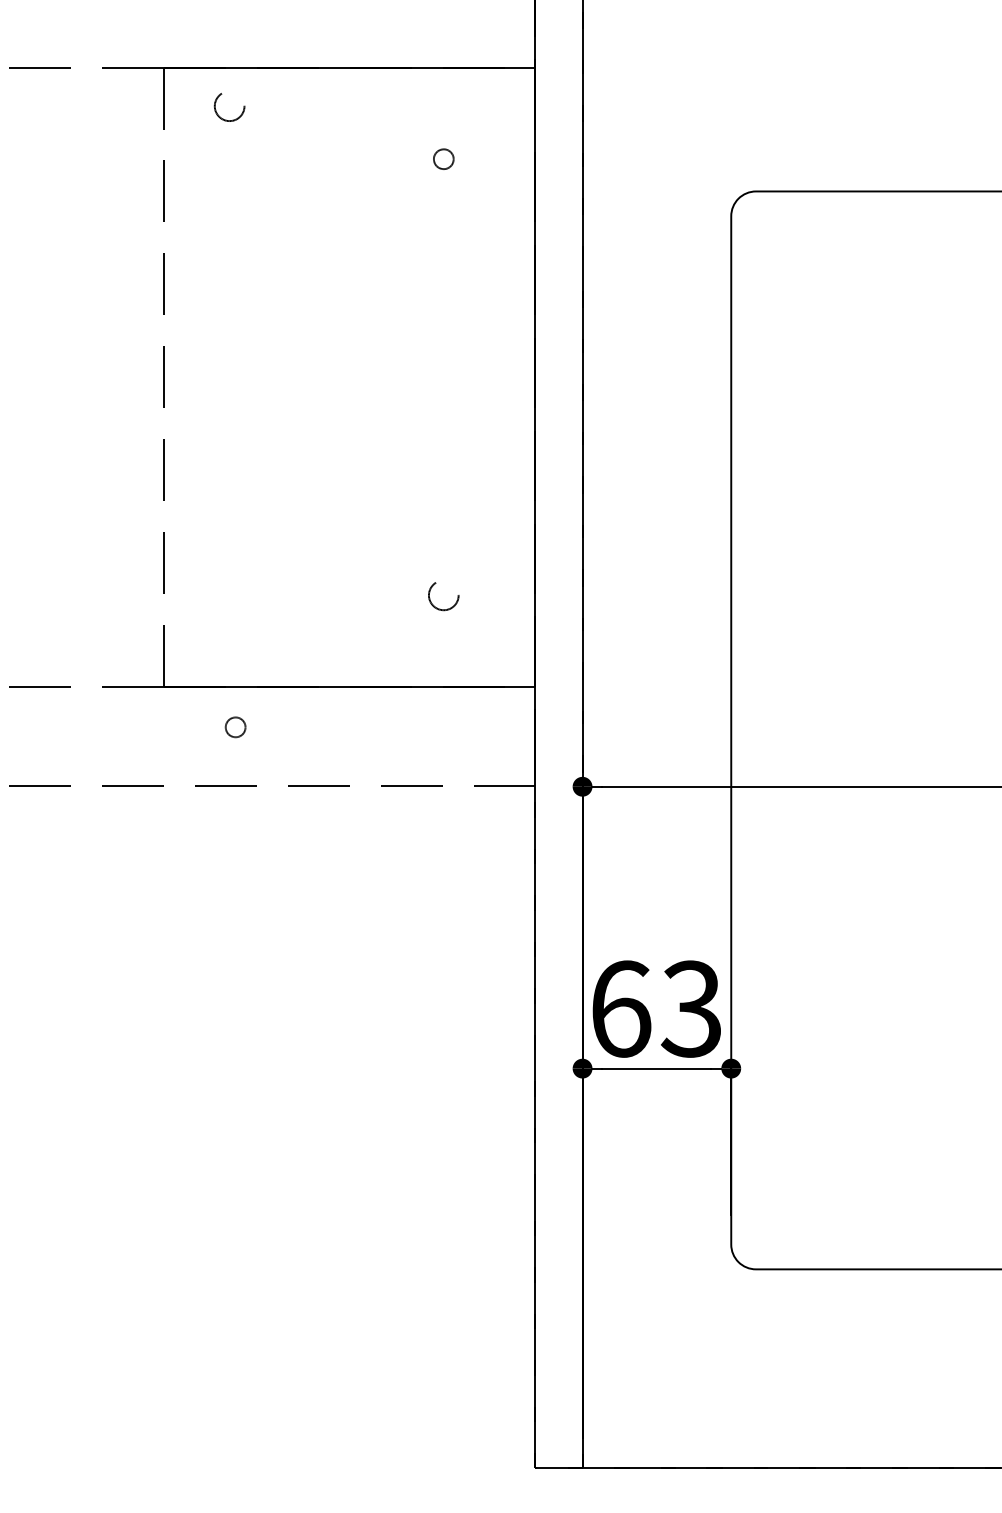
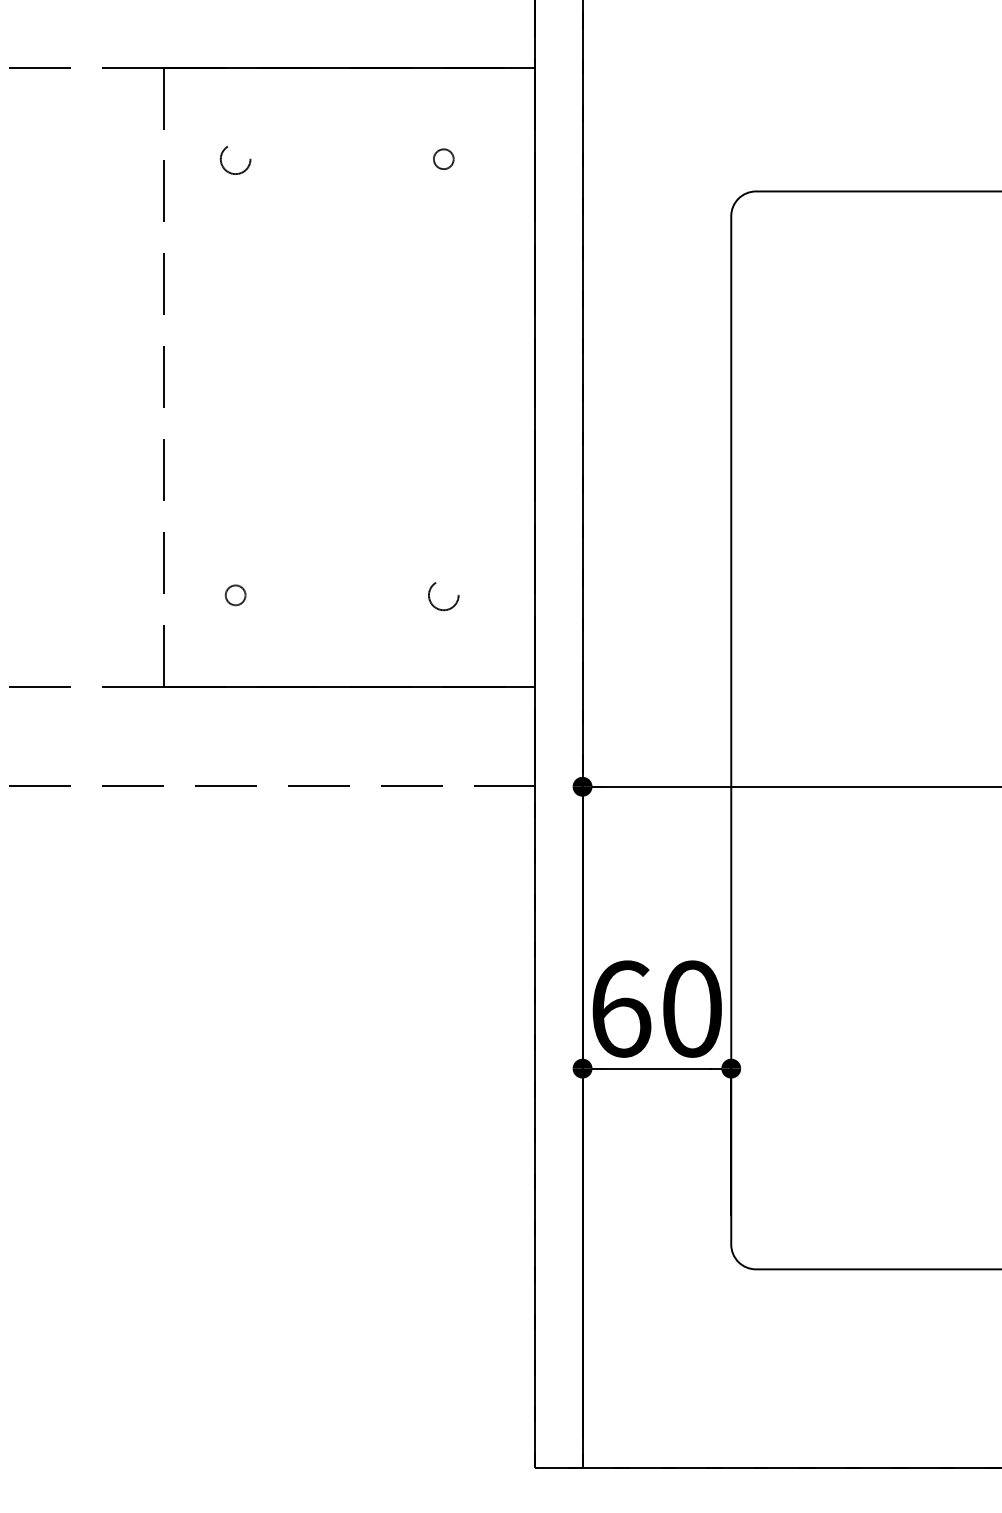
circle at (229, 107) position: (229, 107) -> (235, 160)
circle at (235, 727) position: (235, 727) -> (235, 595)
text at (690, 1008): 63 -> 60
